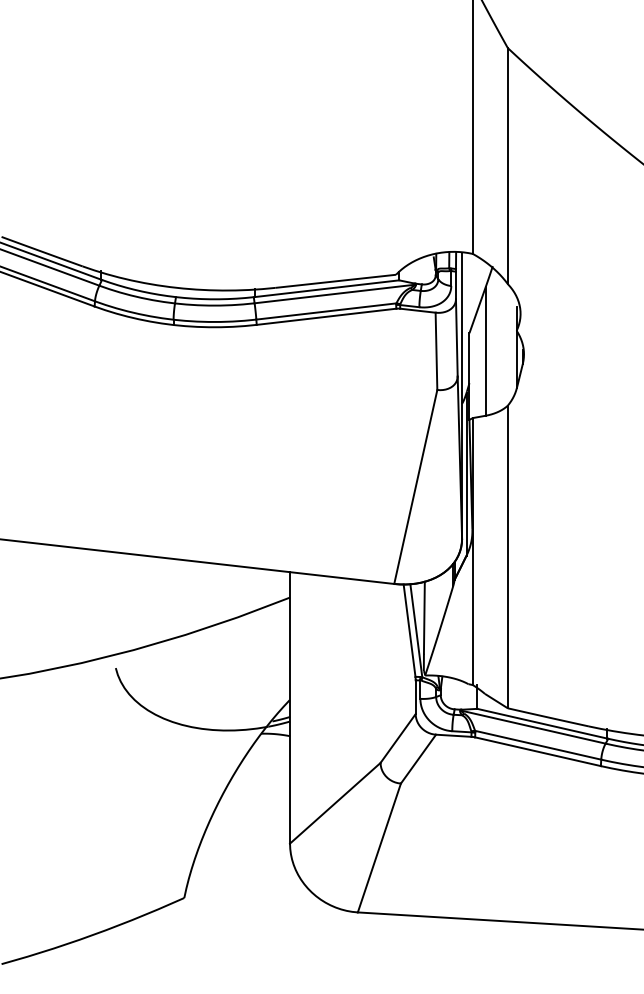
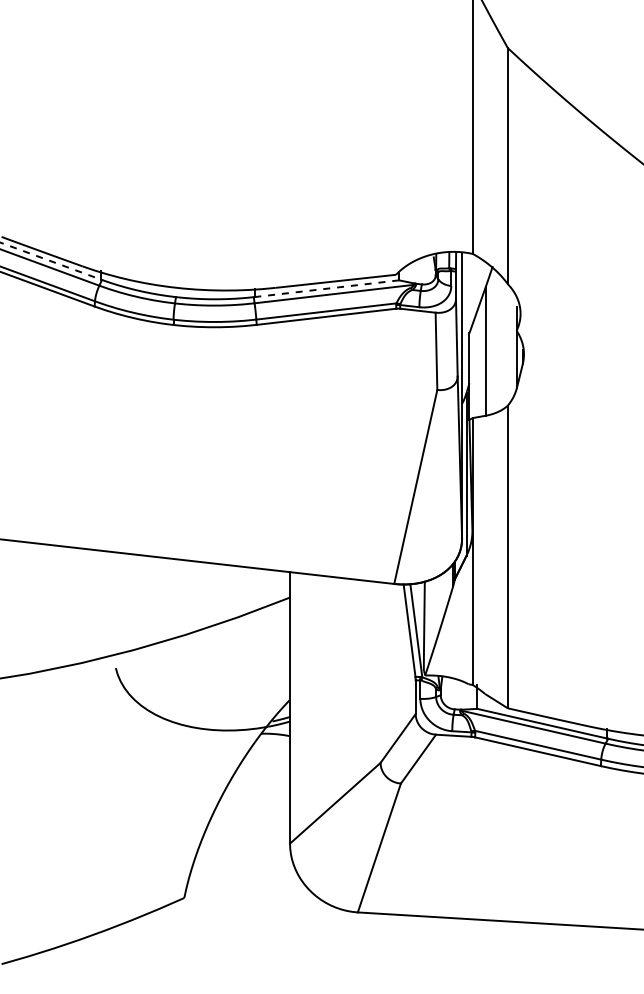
line at (50, 261): solid -> dashed
line at (327, 288): solid -> dashed
